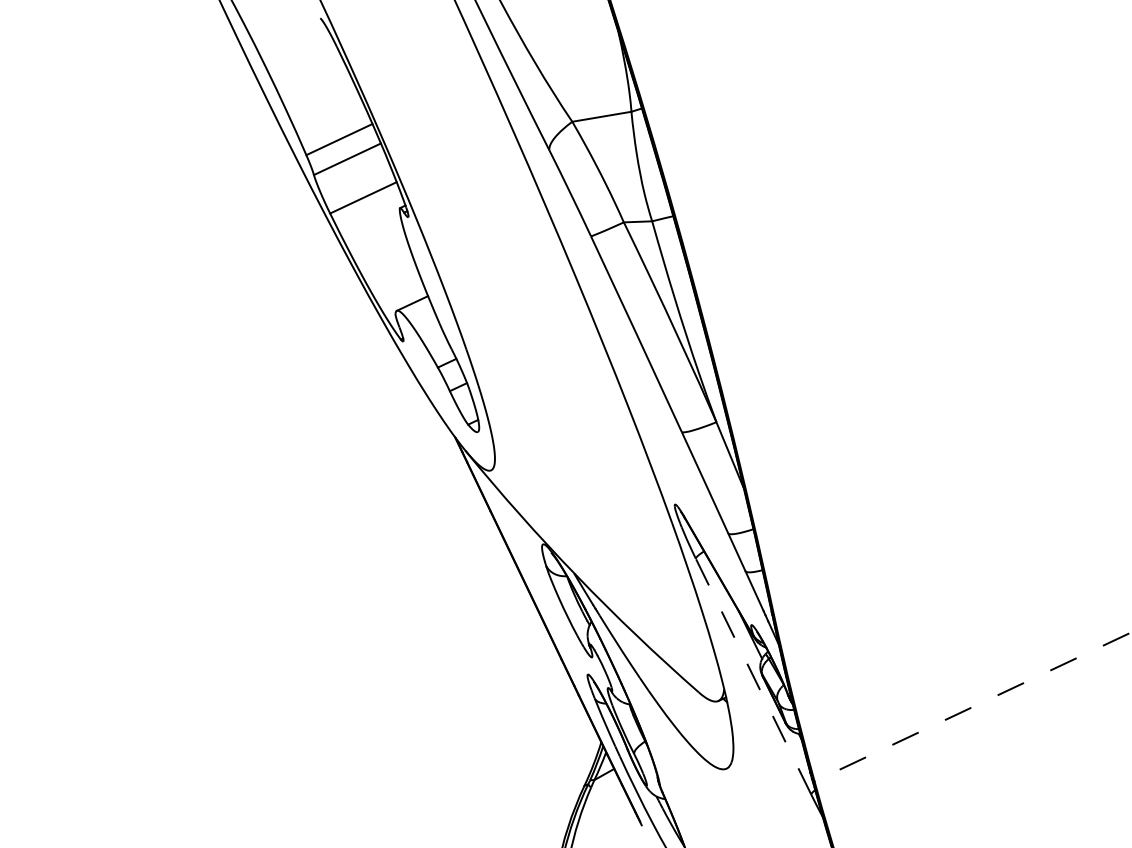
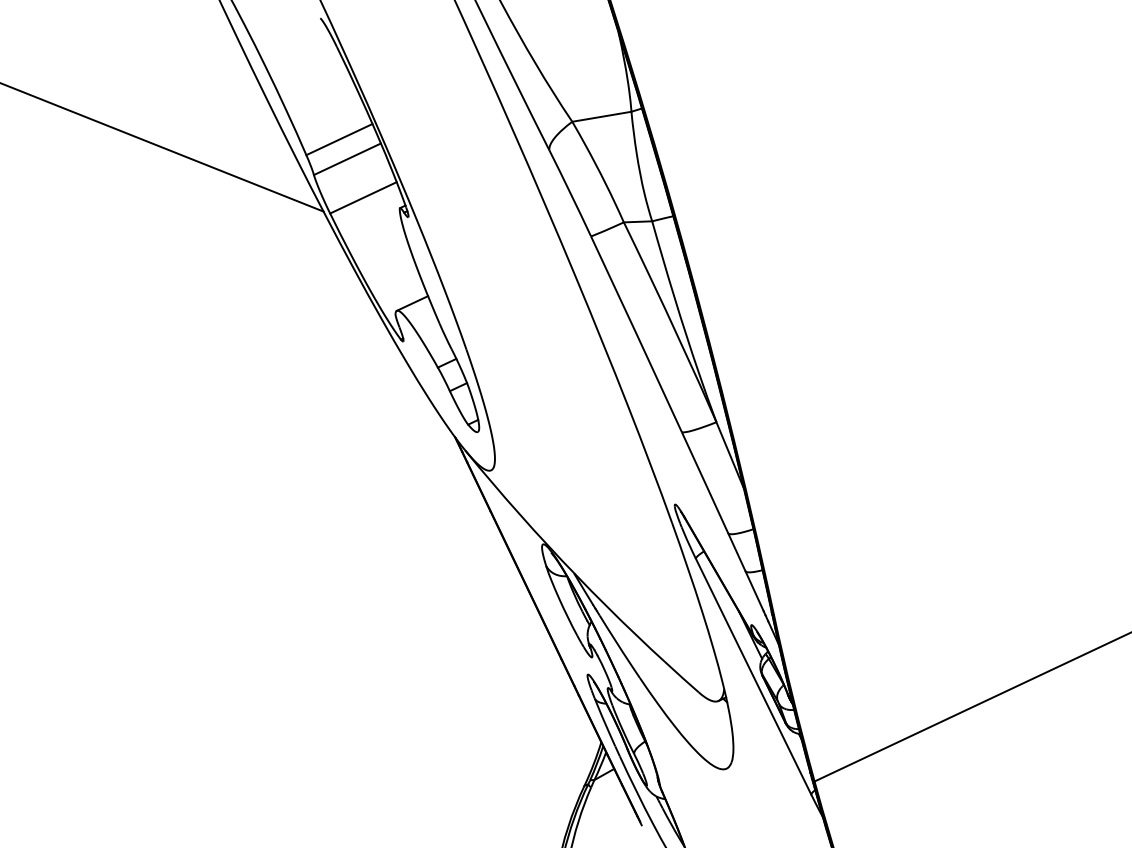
line at (162, 147): none -> present
line at (753, 676): dashed -> solid
line at (972, 707): dashed -> solid
